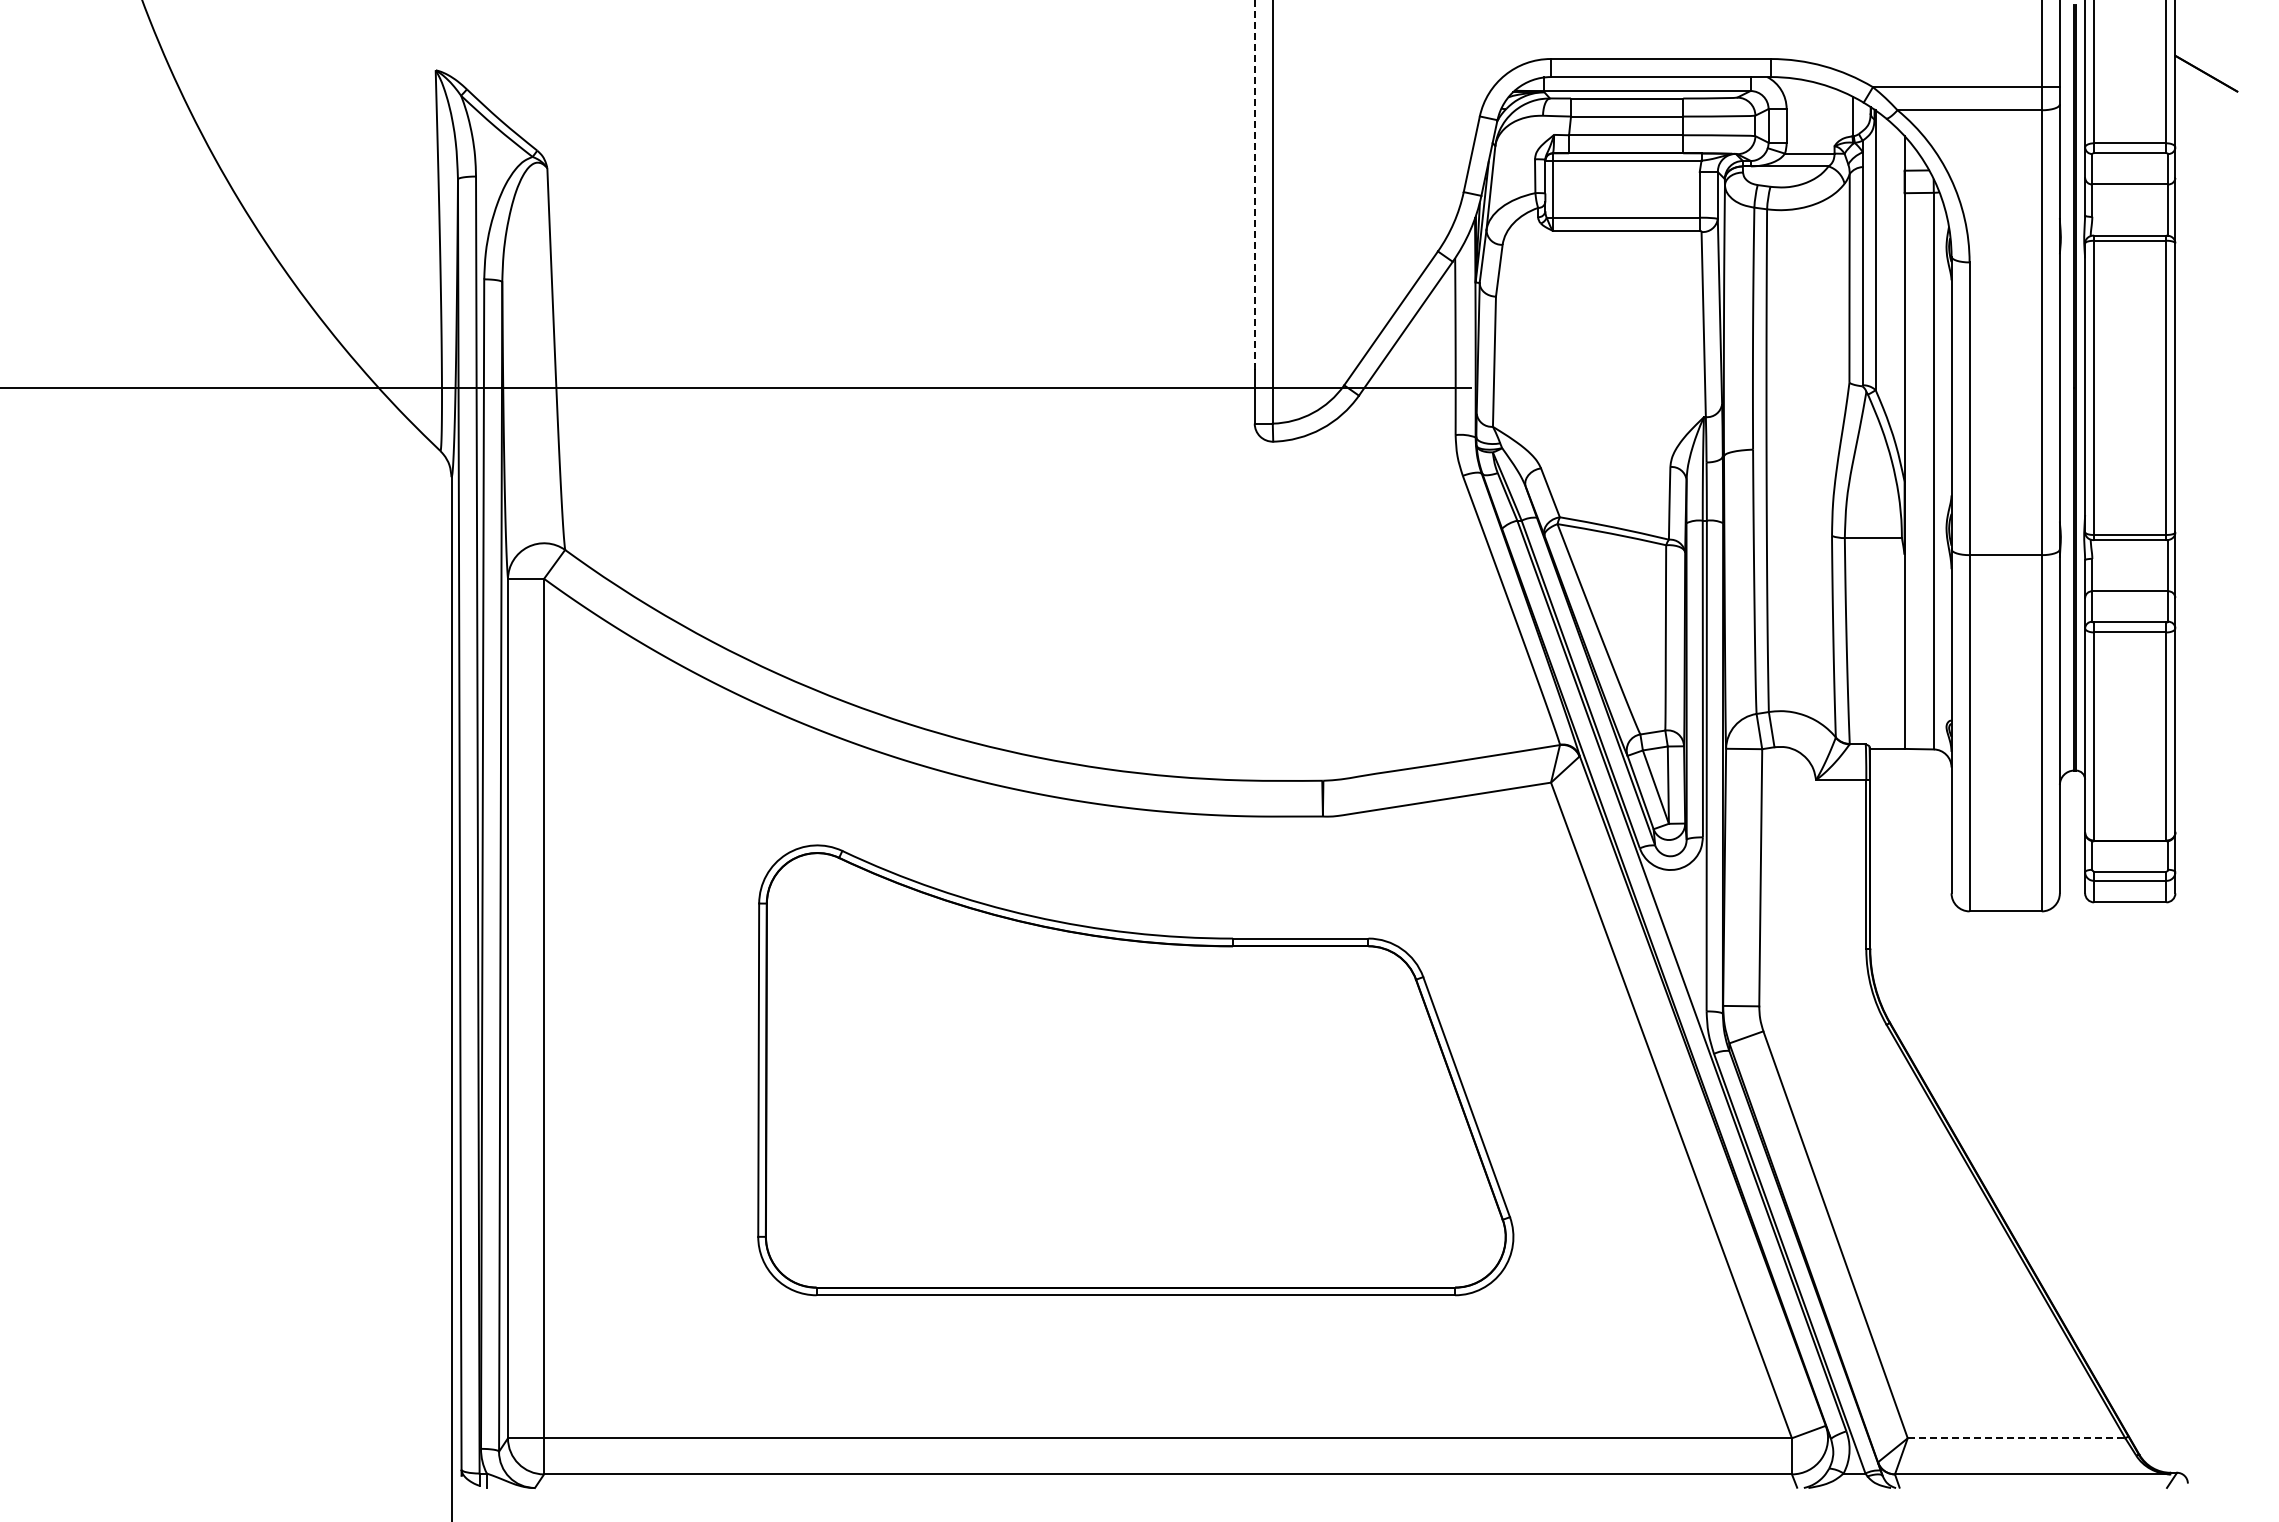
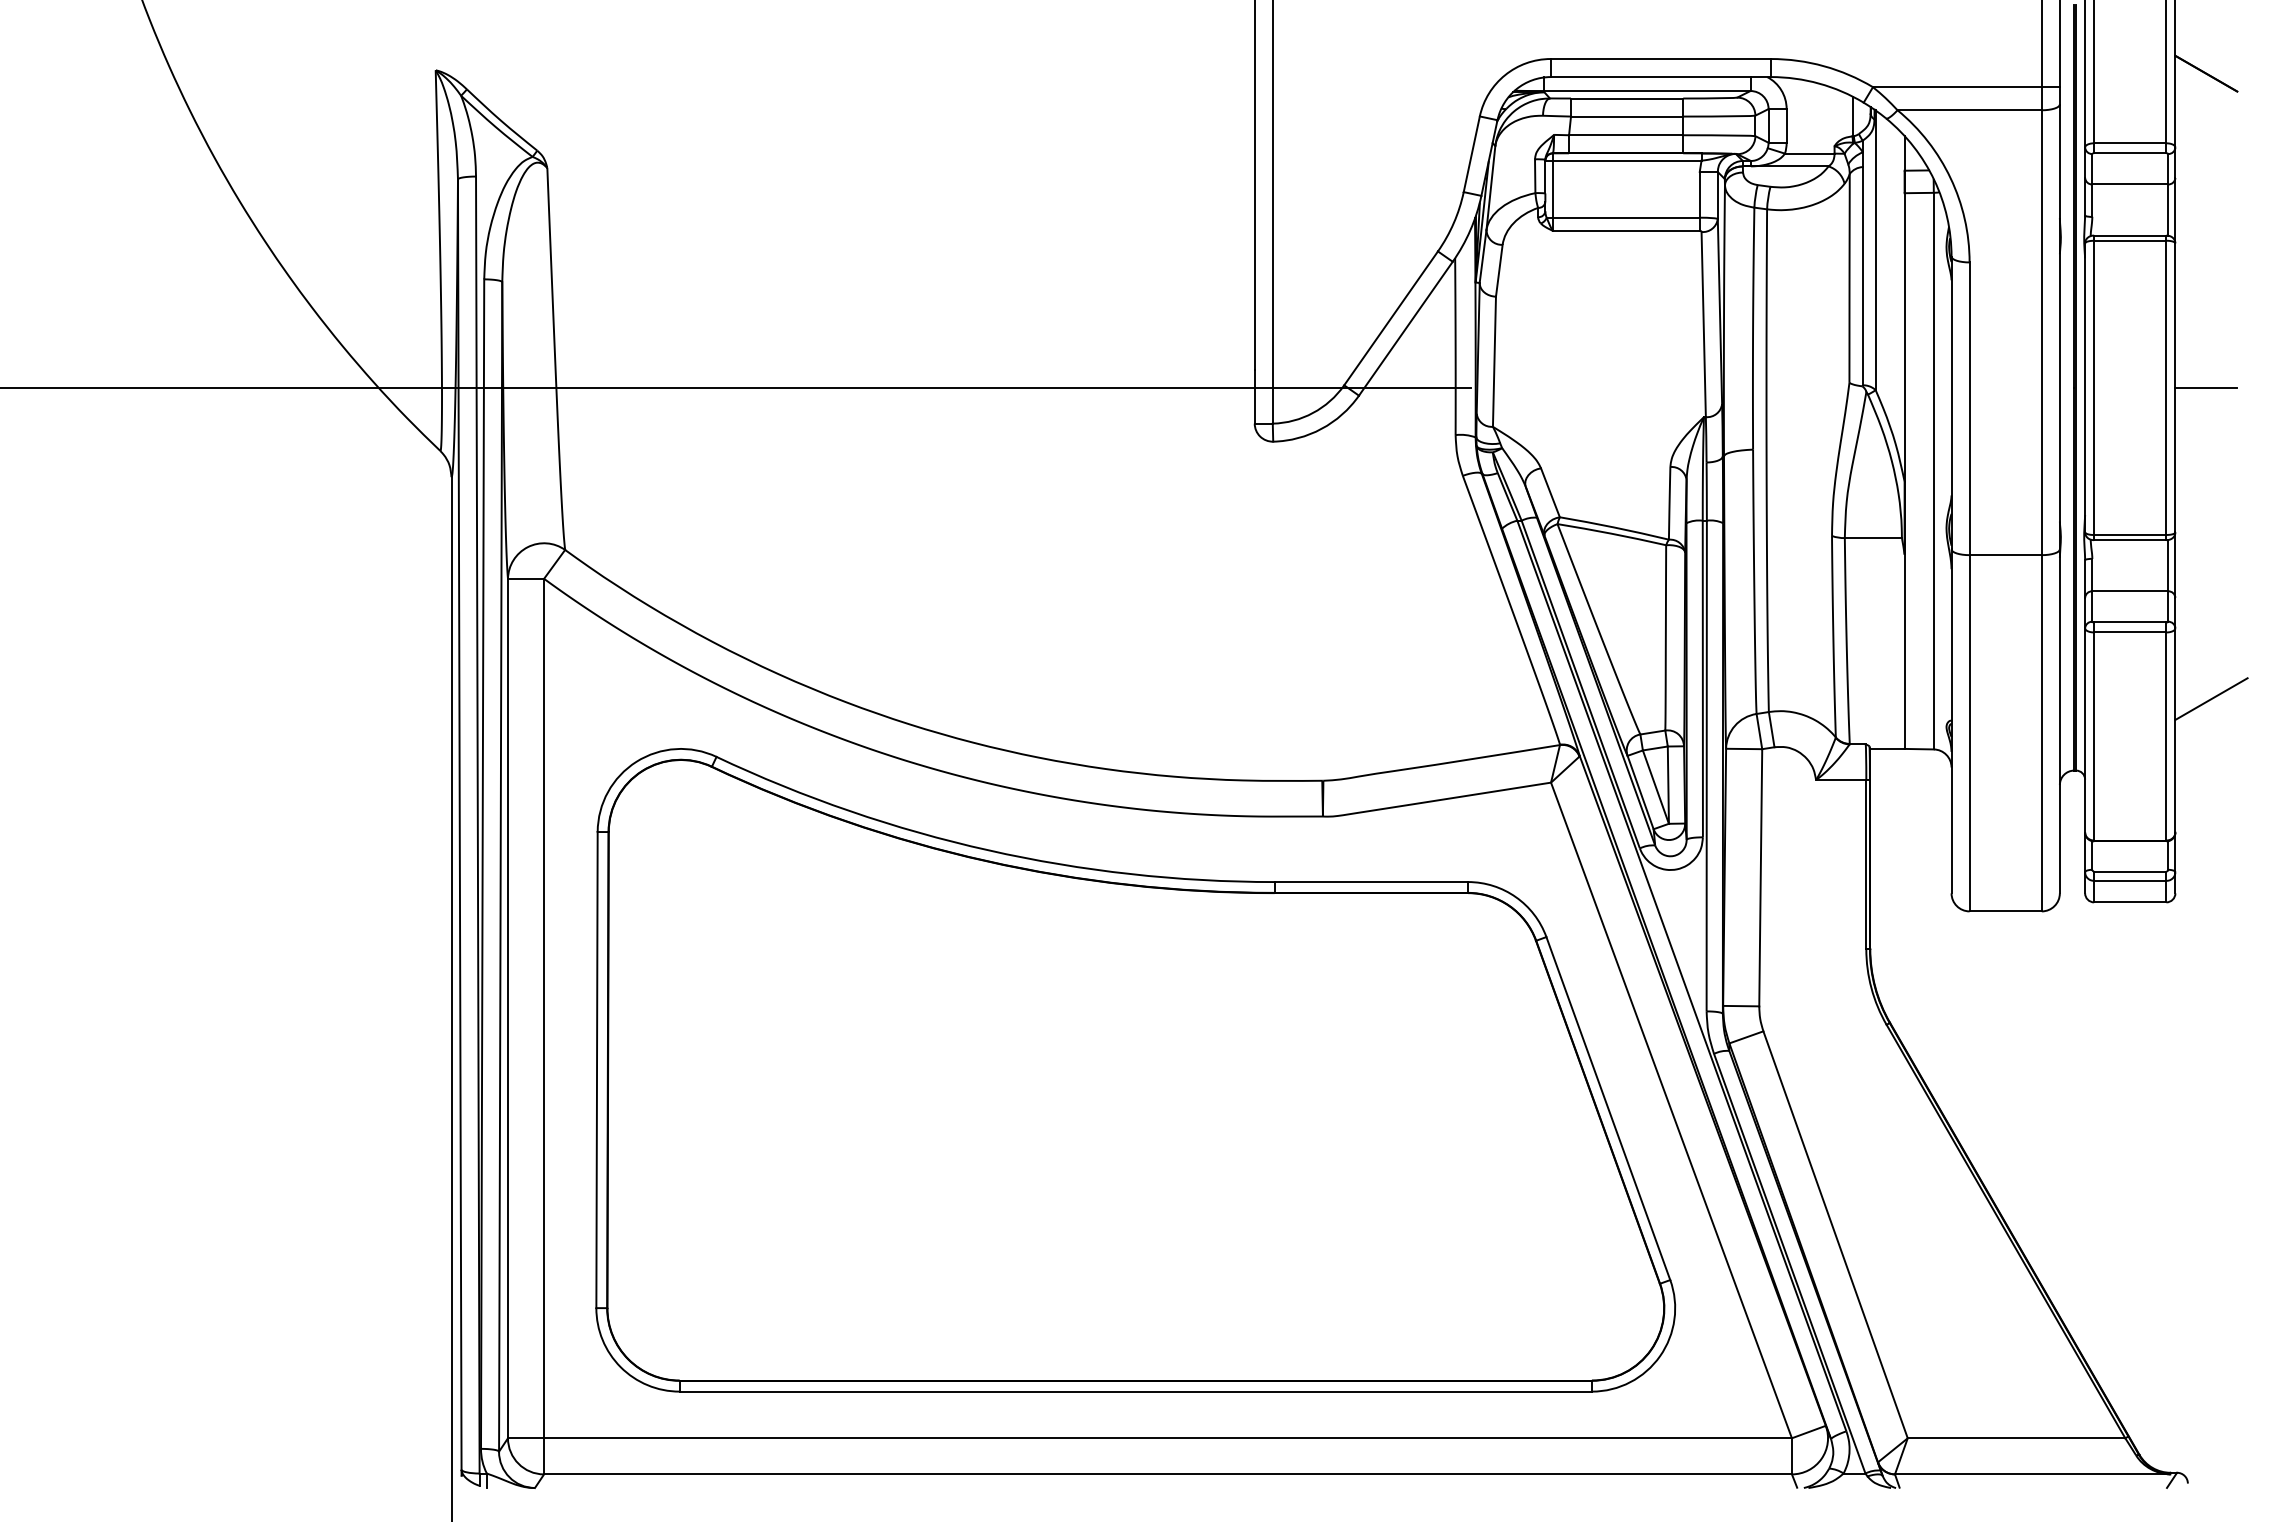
line at (1254, 185): dashed -> solid
line at (2205, 387): none -> present
line at (2211, 698): none -> present
part at (1135, 1070) size: 758x453 px -> 1082x645 px
line at (2016, 1438): dashed -> solid
